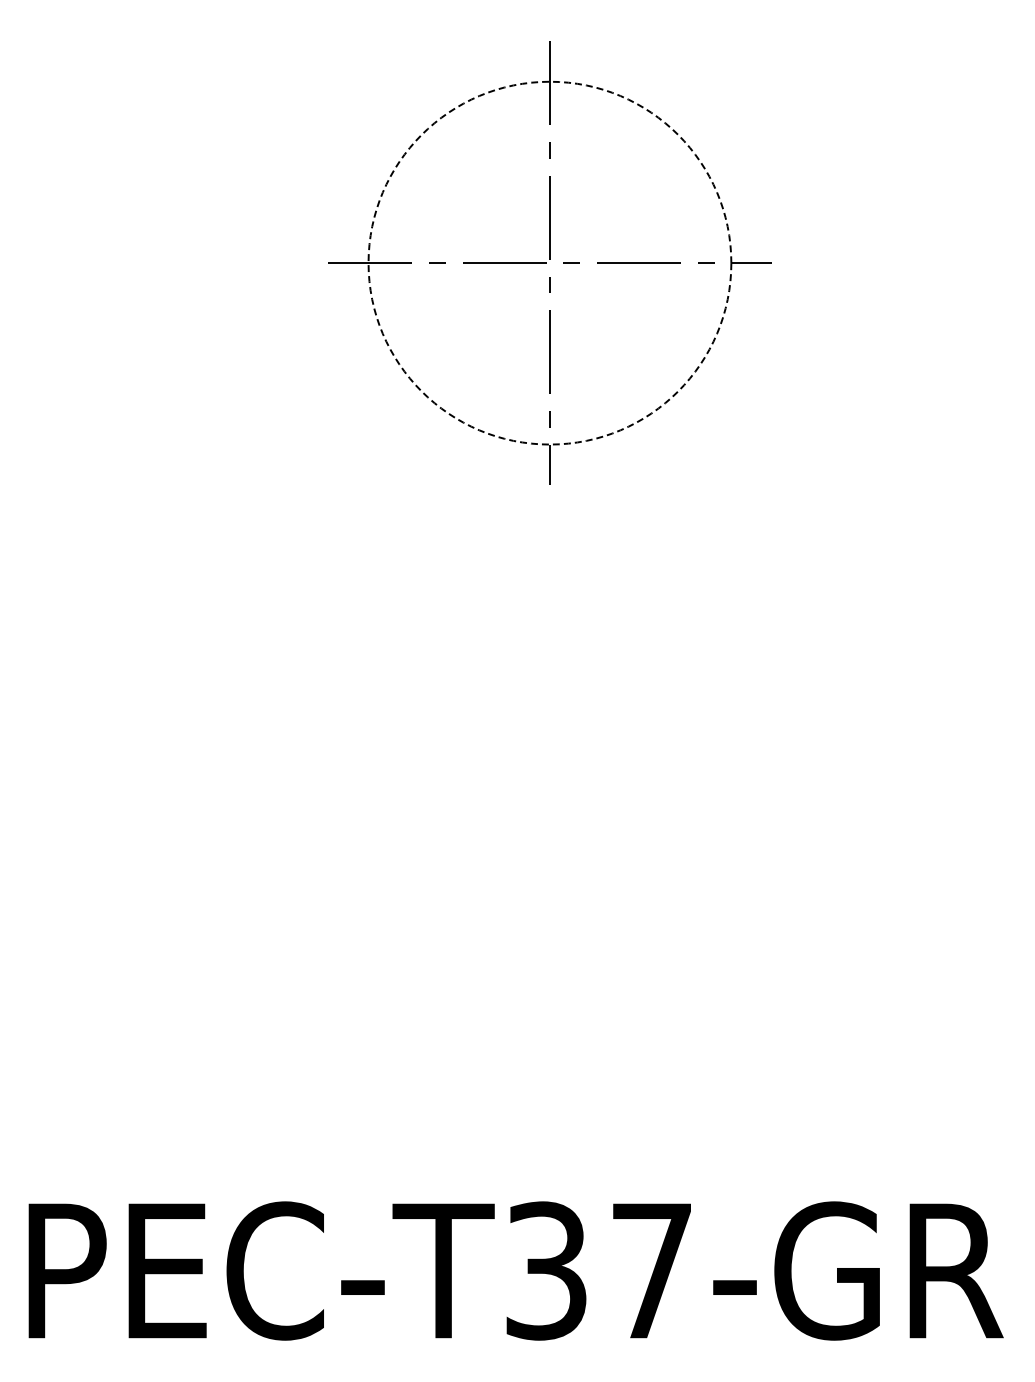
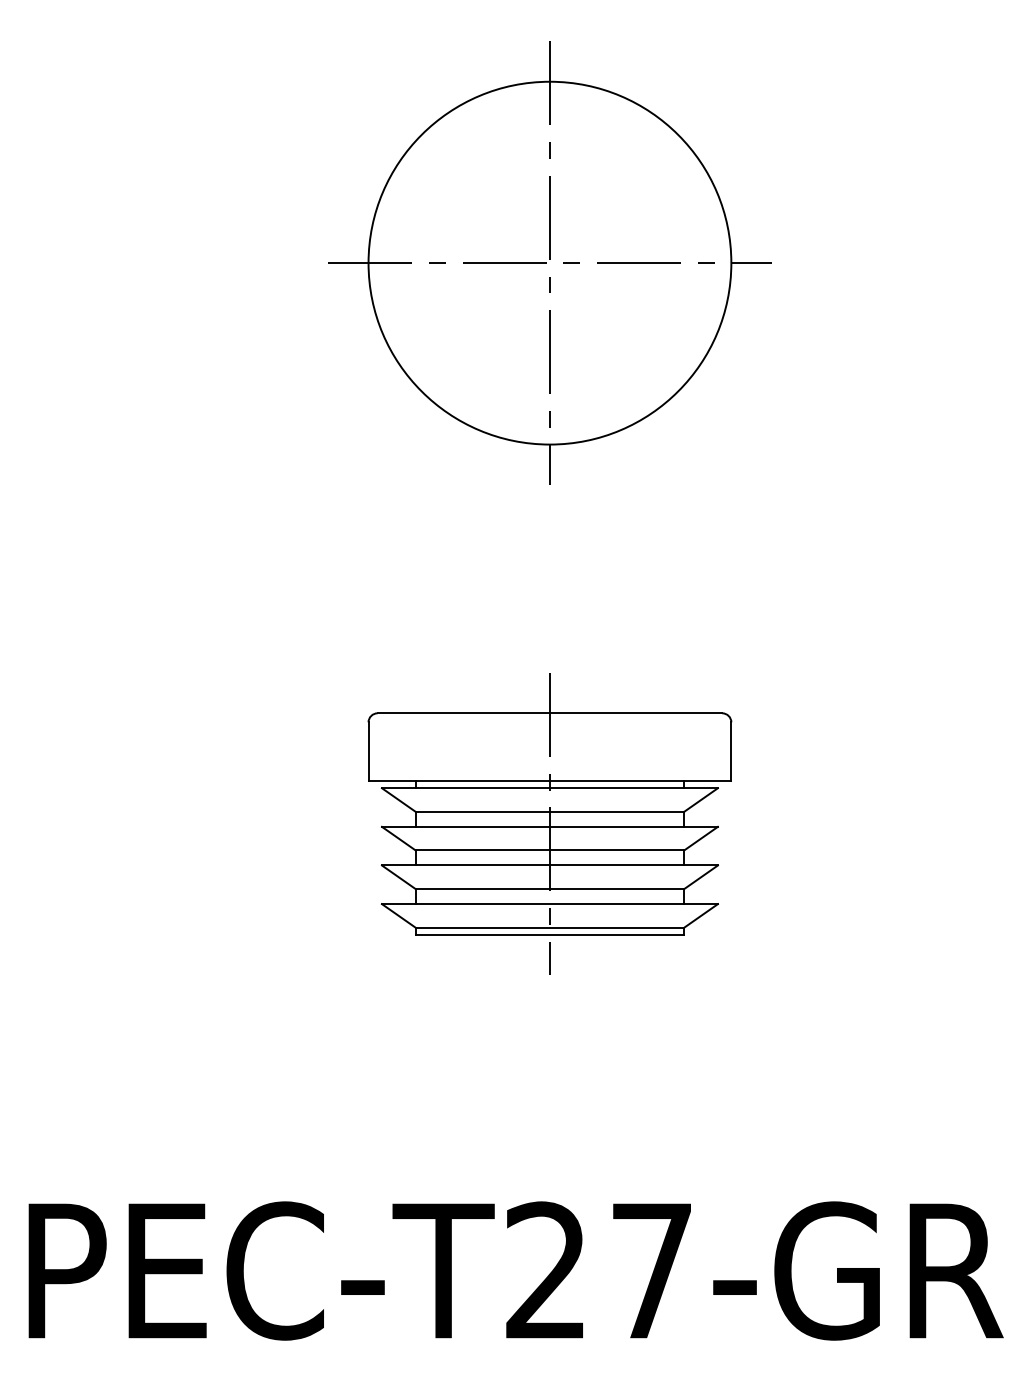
circle at (549, 262): dashed -> solid
part at (549, 823): none -> present
text at (546, 1270): PEC-T37-GR -> PEC-T27-GR
